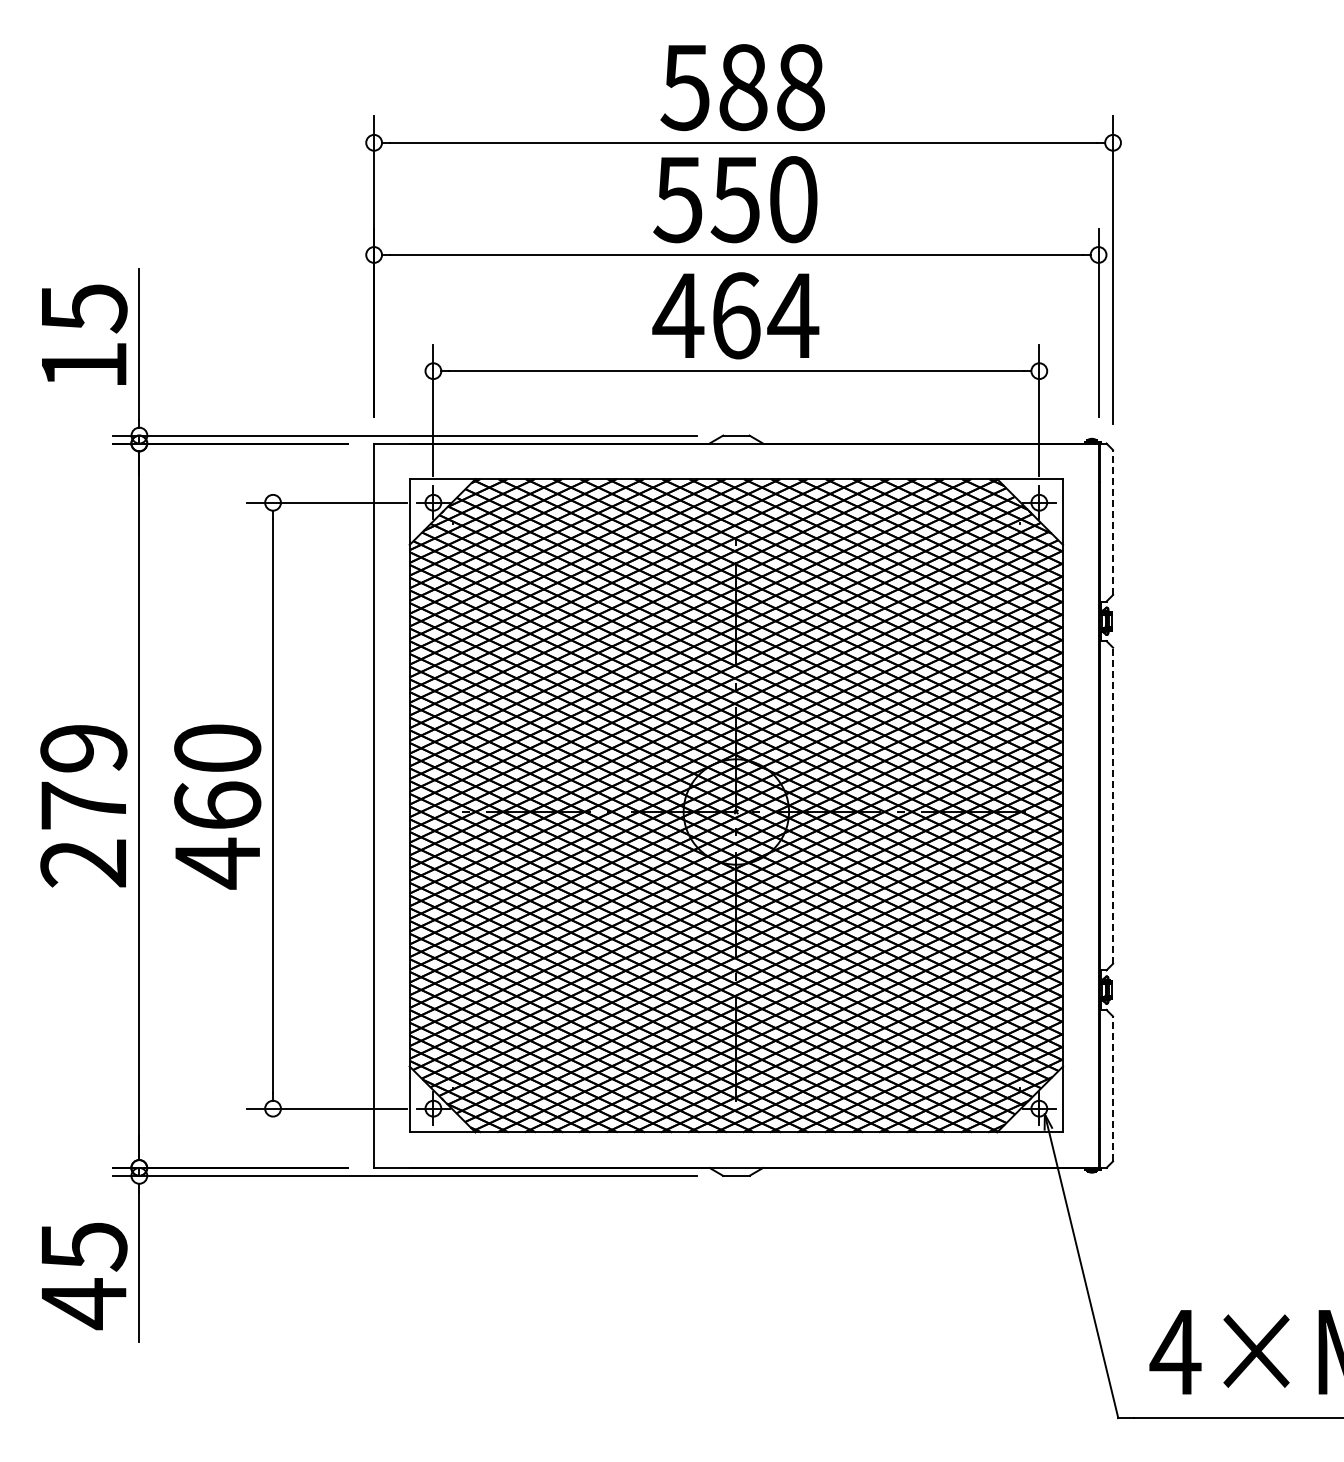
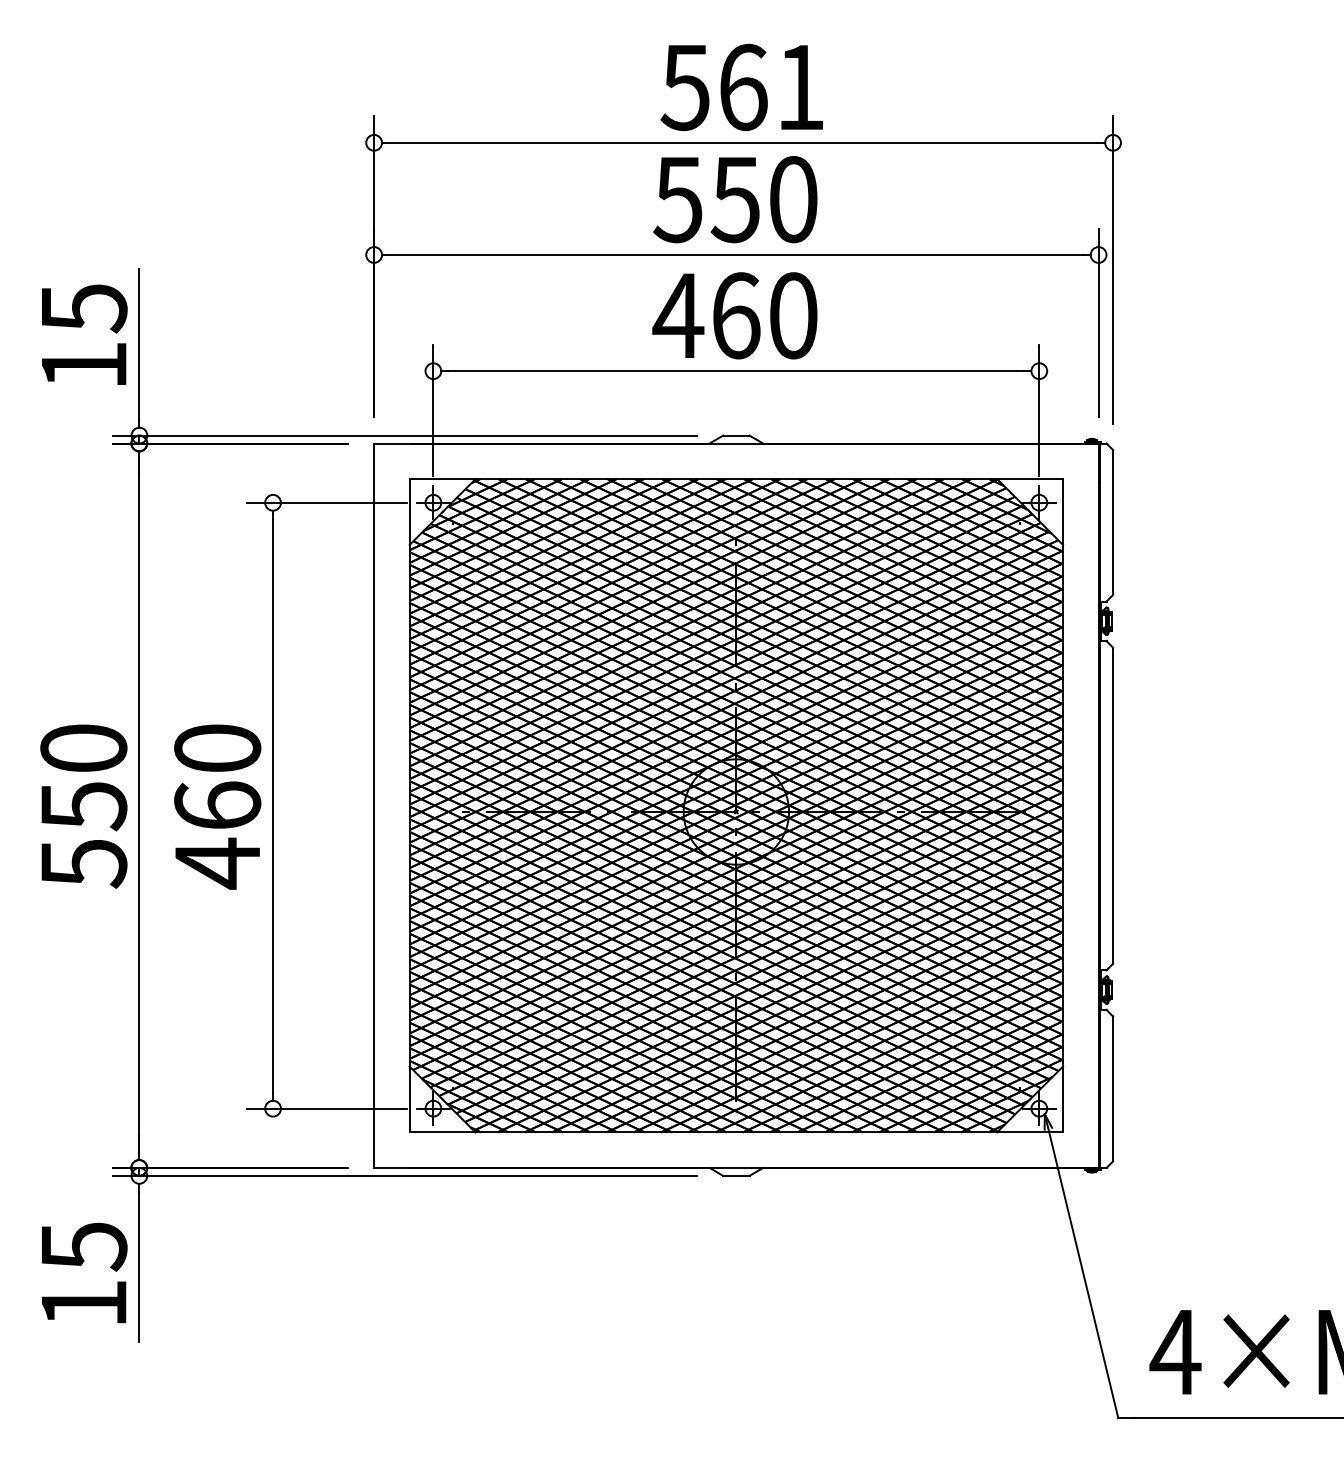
text at (771, 87): 588 -> 561
text at (793, 315): 464 -> 460
line at (1113, 522): dashed -> solid
line at (1113, 805): dashed -> solid
text at (83, 806): 279 -> 550
line at (1113, 1088): dashed -> solid
text at (84, 1304): 45 -> 15
